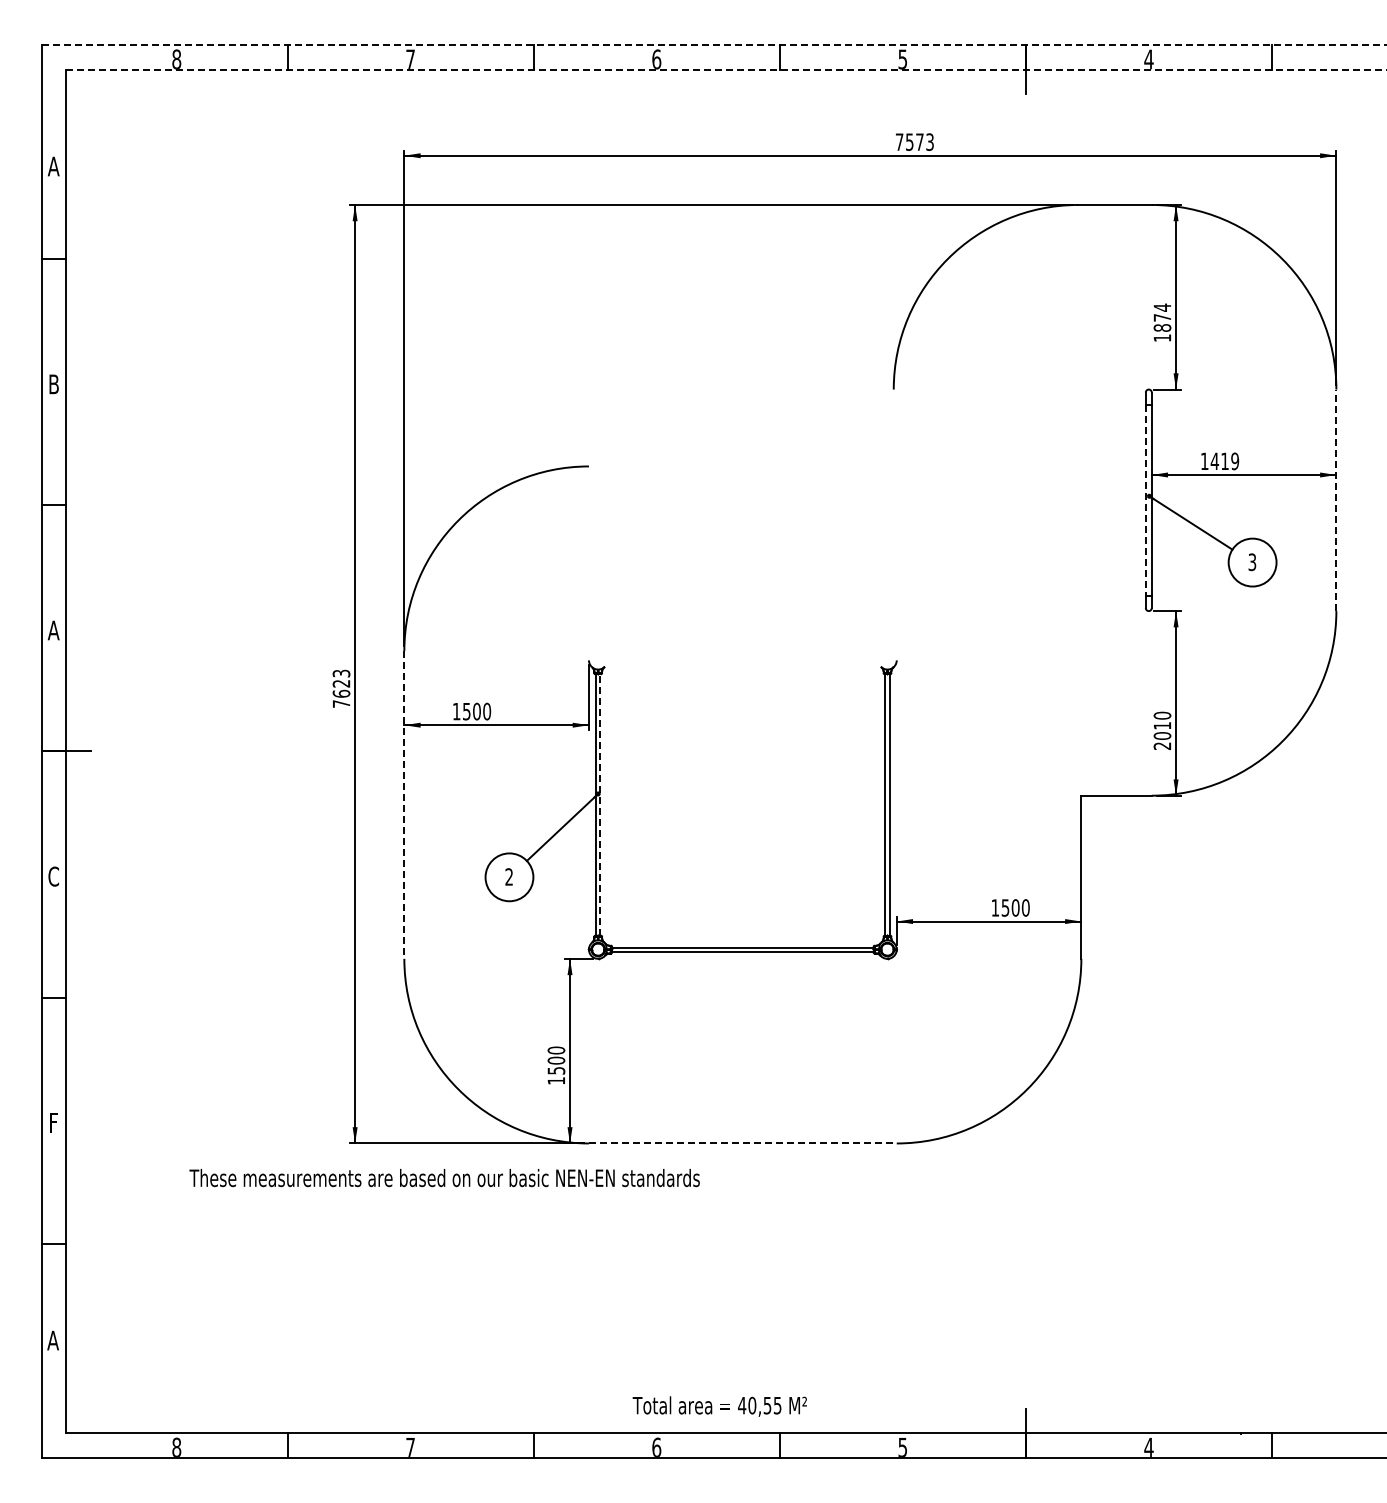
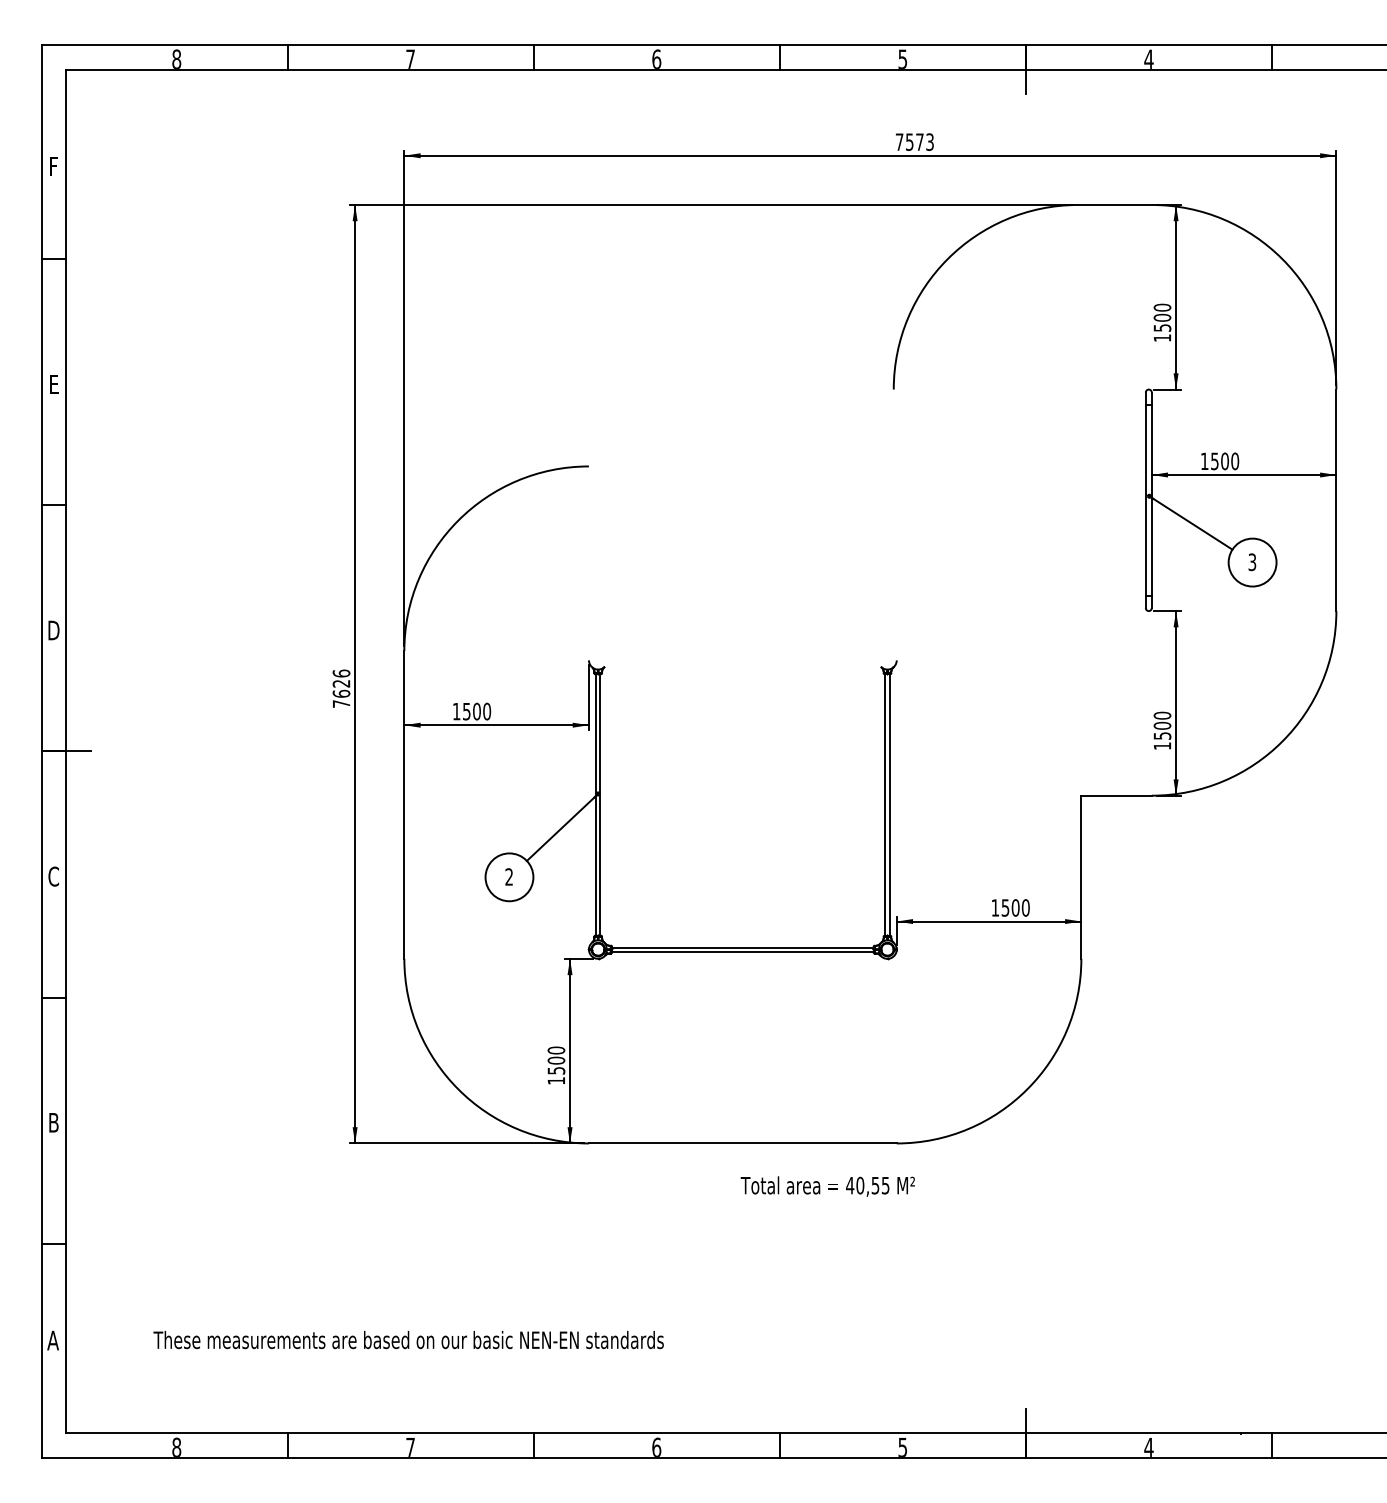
line at (714, 45): dashed -> solid
line at (726, 69): dashed -> solid
text at (53, 166): A -> F
text at (1162, 317): 1874 -> 1500
text at (53, 384): B -> E
text at (1224, 461): 1419 -> 1500
line at (1145, 500): dashed -> solid
line at (1336, 500): dashed -> solid
text at (53, 630): A -> D
text at (341, 673): 7623 -> 7626
text at (1162, 735): 2010 -> 1500
line at (404, 804): dashed -> solid
line at (600, 804): dashed -> solid
text at (53, 1122): F -> B
line at (742, 1143): dashed -> solid
text at (444, 1178) position: (444, 1178) -> (408, 1340)
text at (719, 1406) position: (719, 1406) -> (827, 1186)
